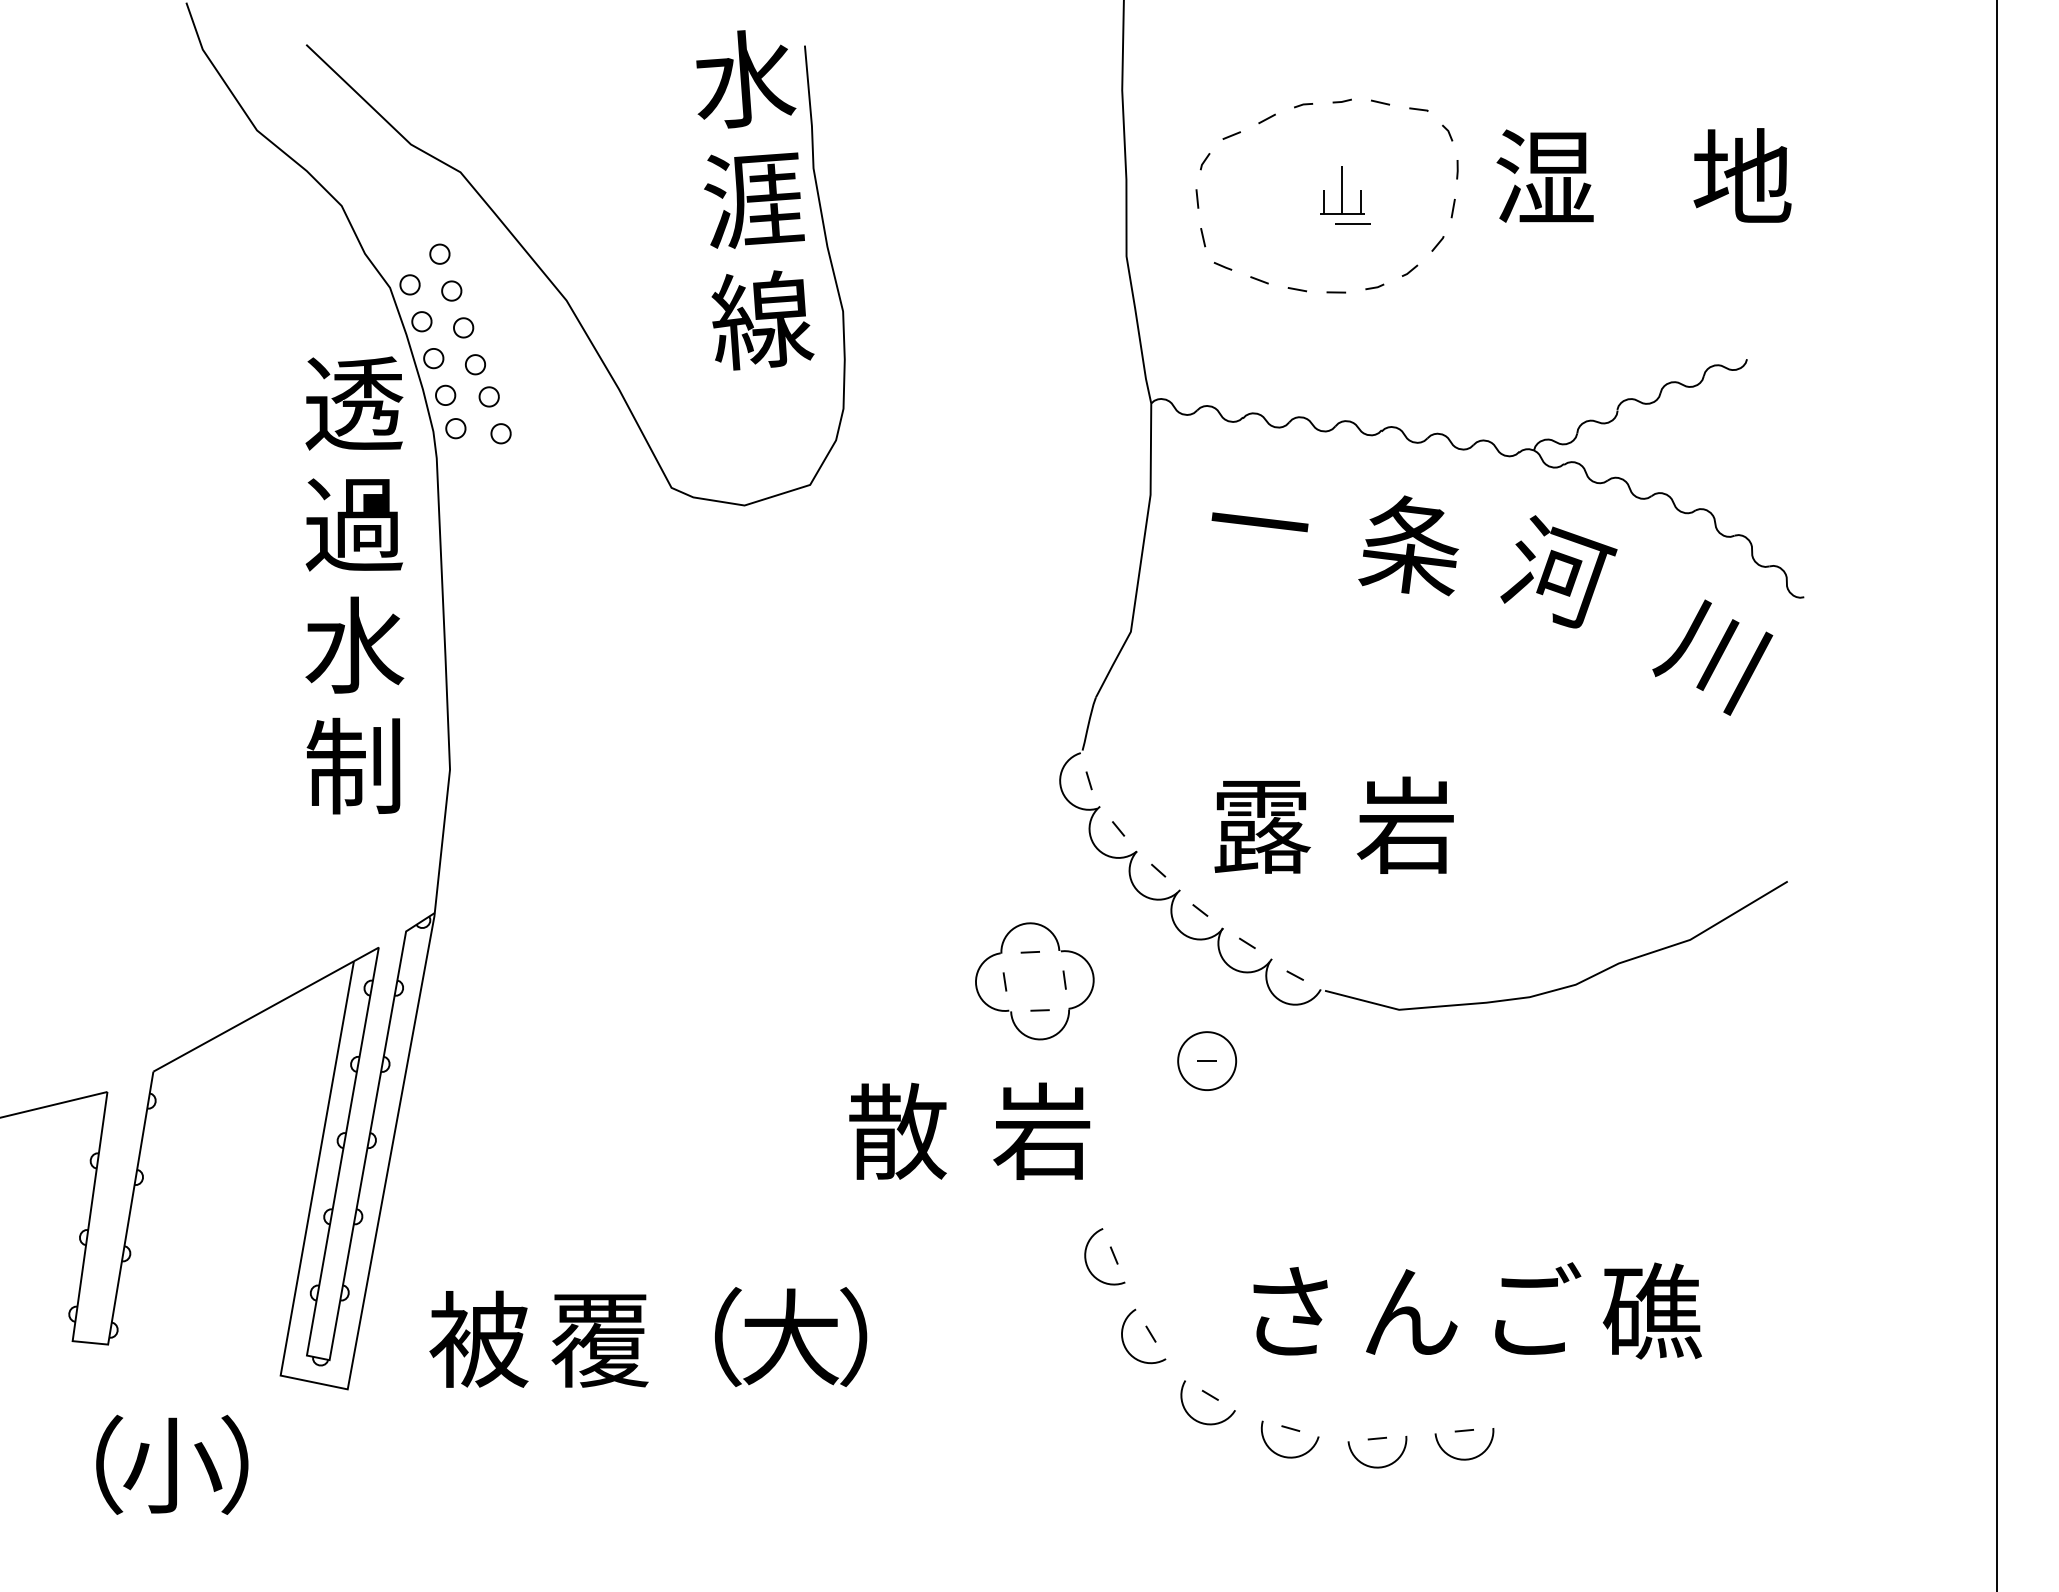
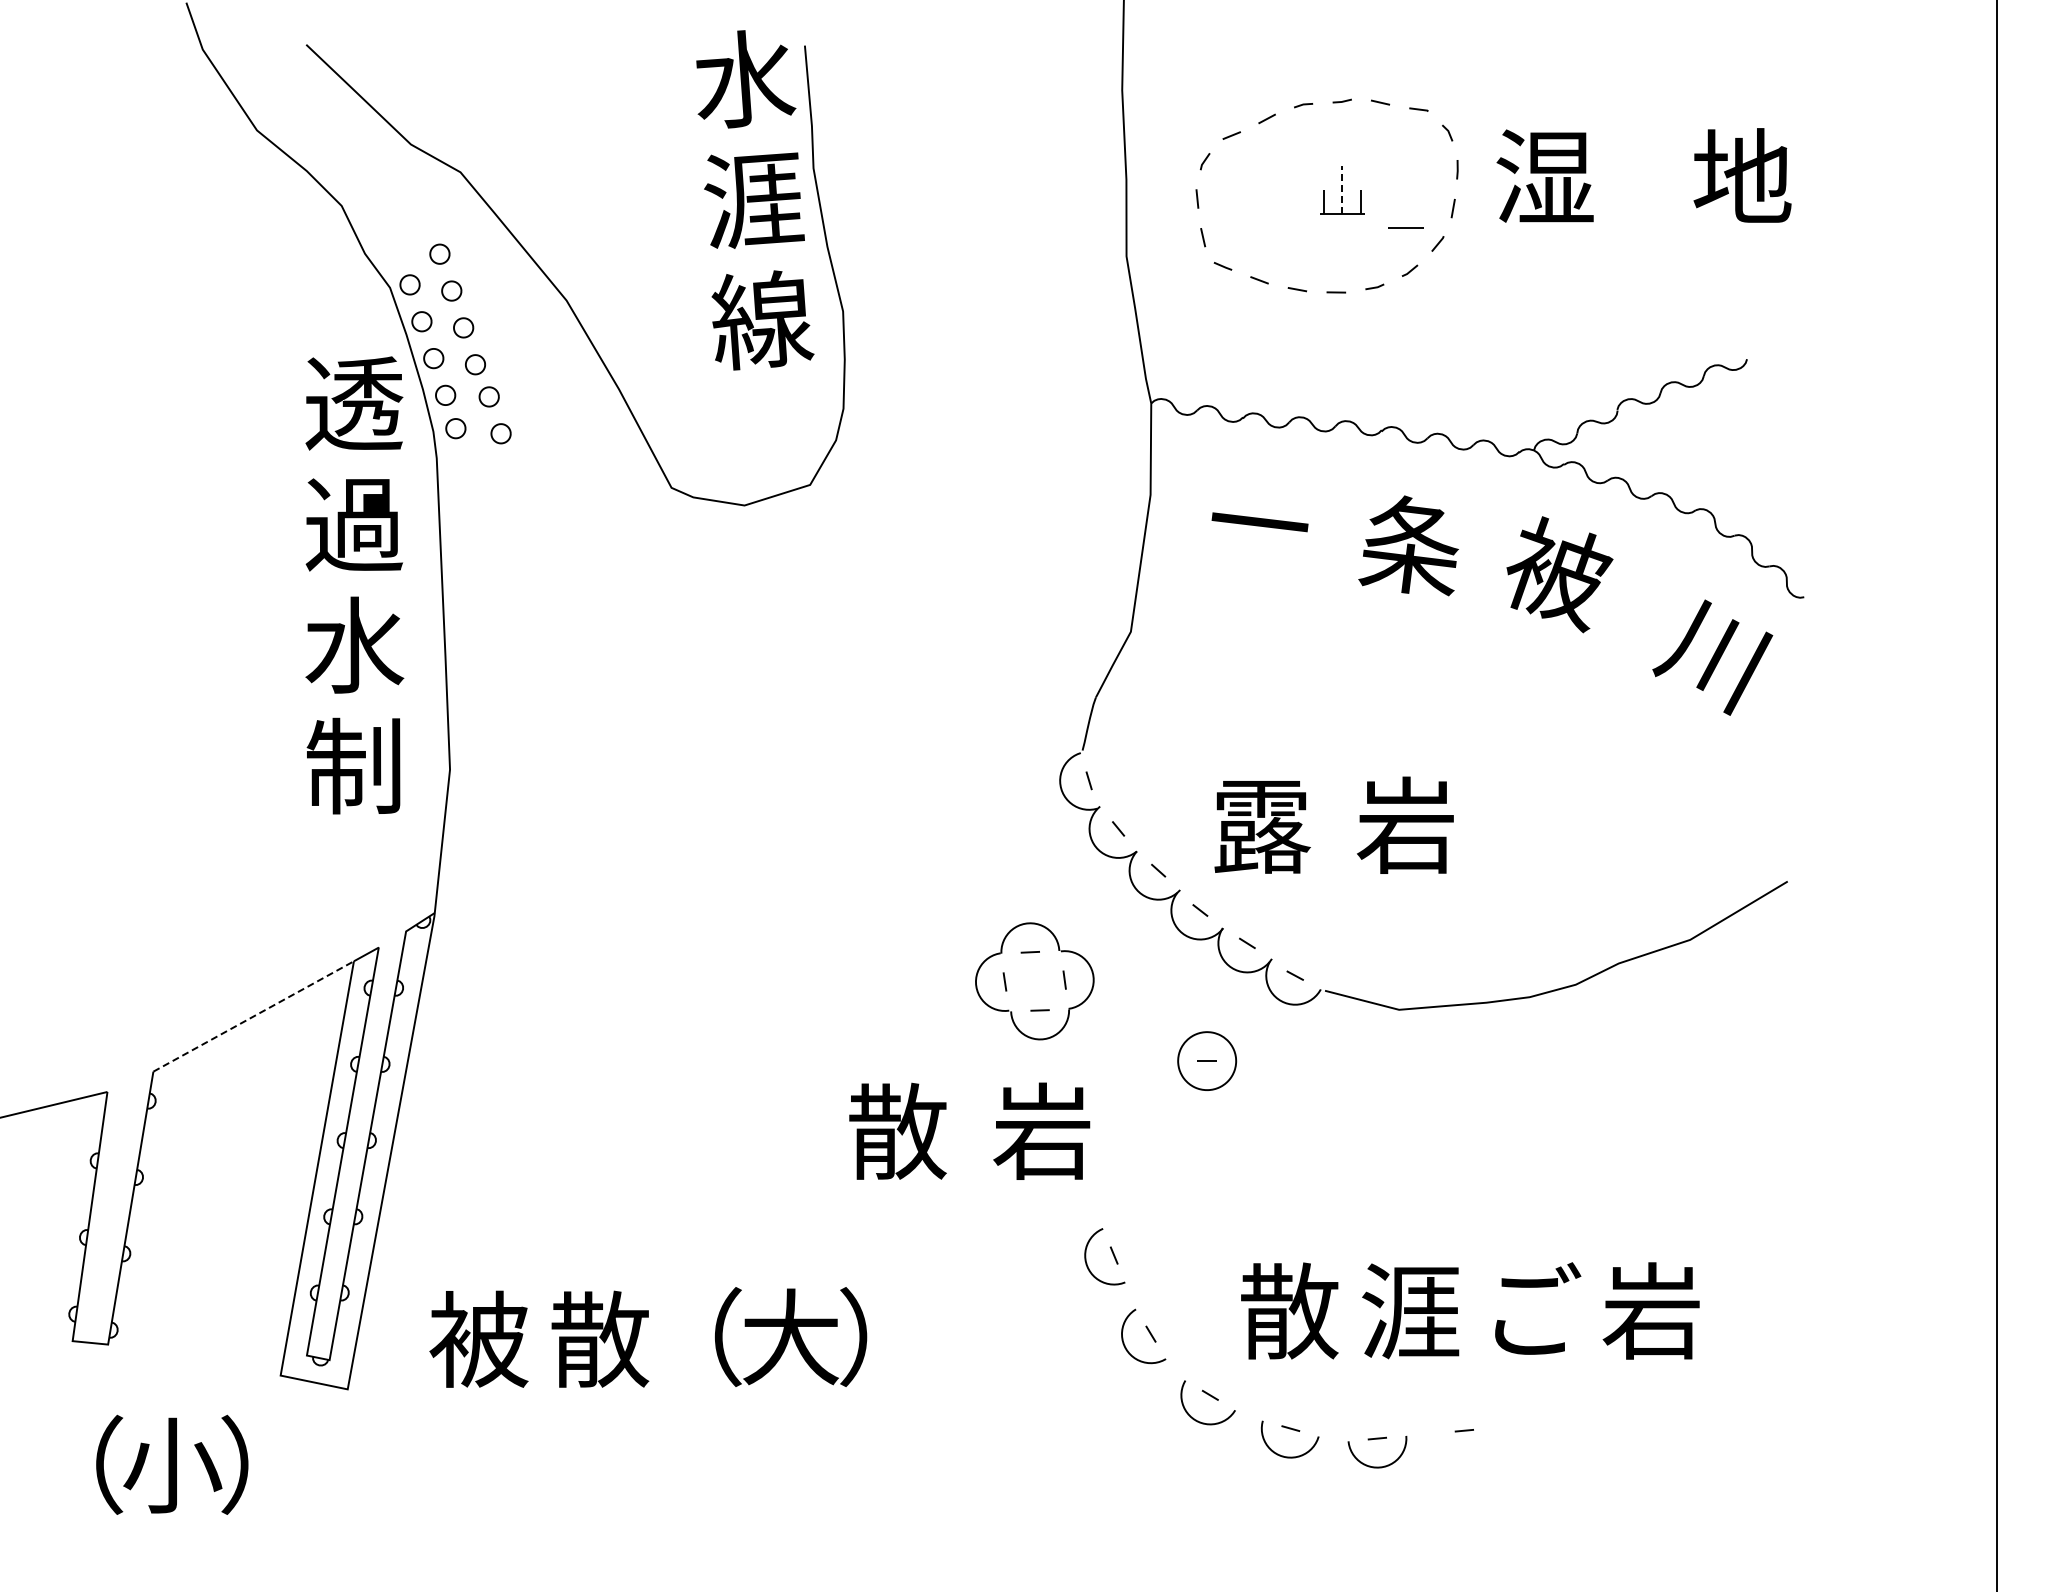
line at (1342, 189): solid -> dashed
line at (1352, 223) position: (1352, 223) -> (1405, 227)
text at (1558, 574): 河 -> 被
line at (254, 1016): solid -> dashed
text at (1289, 1310): さ -> 散
text at (1651, 1310): 礁 -> 岩
text at (1410, 1311): ん -> 涯
text at (600, 1338): 覆 -> 散
curve at (1464, 1458): present -> none
